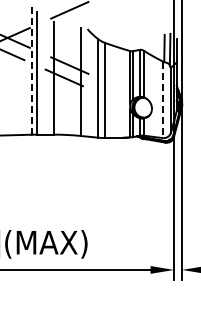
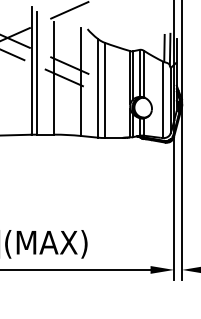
line at (31, 70): dashed -> solid
line at (163, 100): dashed -> solid
